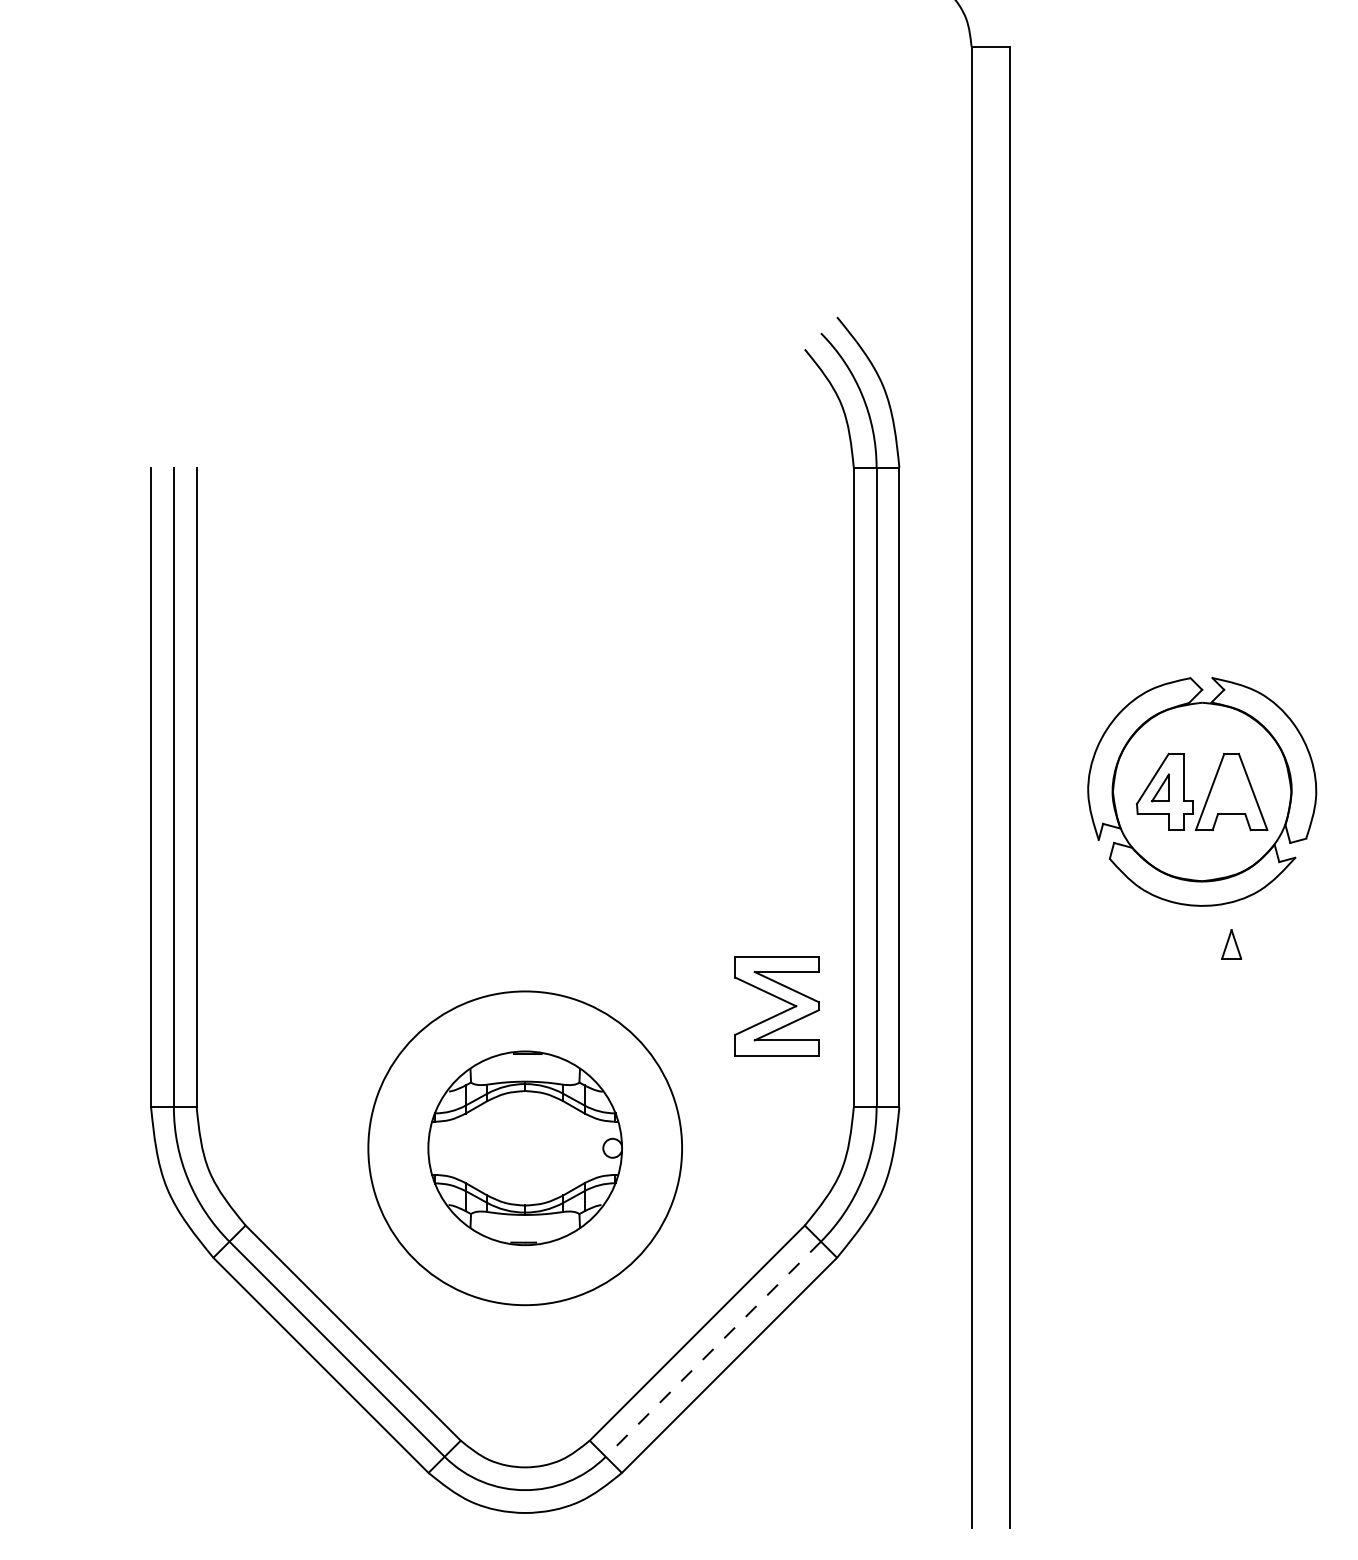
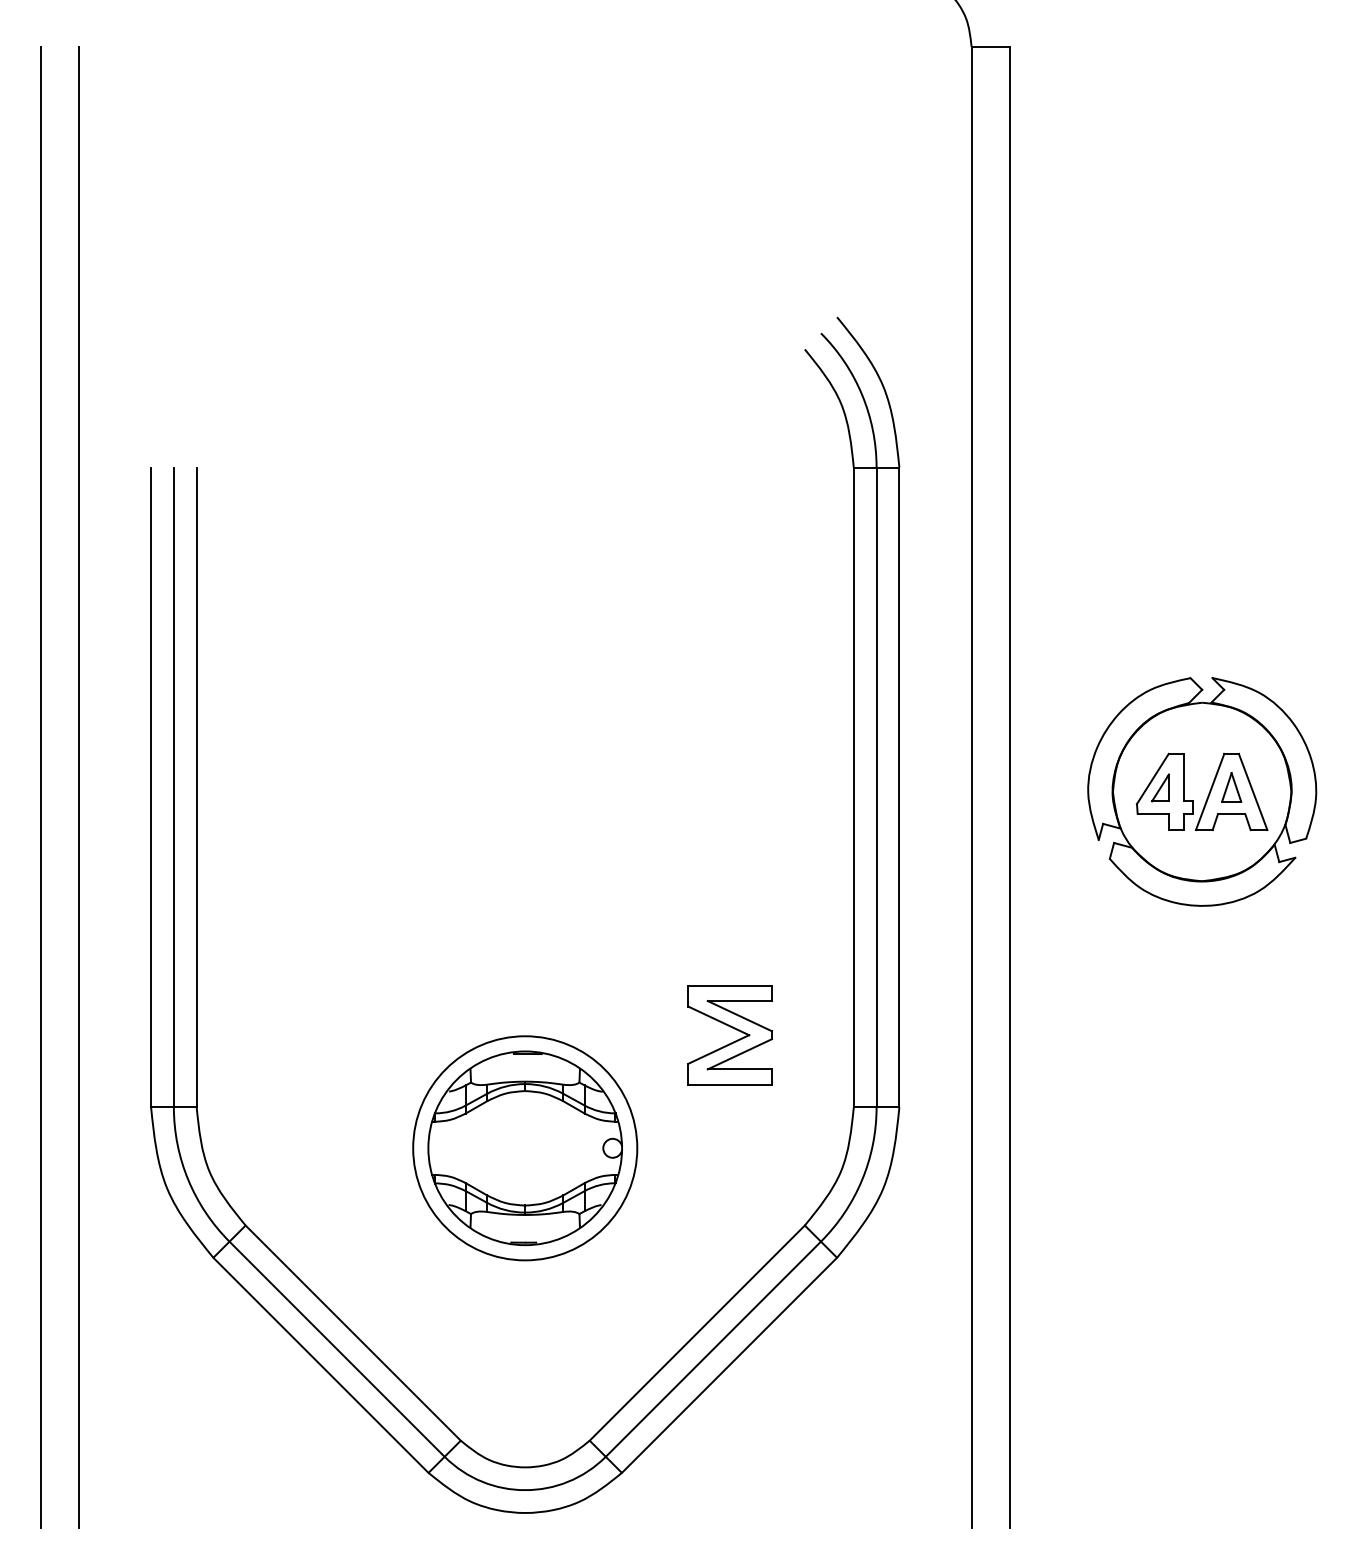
line at (40, 787): none -> present
line at (78, 787): none -> present
part at (1231, 944) position: (1231, 944) -> (1231, 787)
part at (780, 1012) position: (780, 1012) -> (733, 1041)
circle at (525, 1148) diameter: 314 px -> 224 px
line at (713, 1349): dashed -> solid
